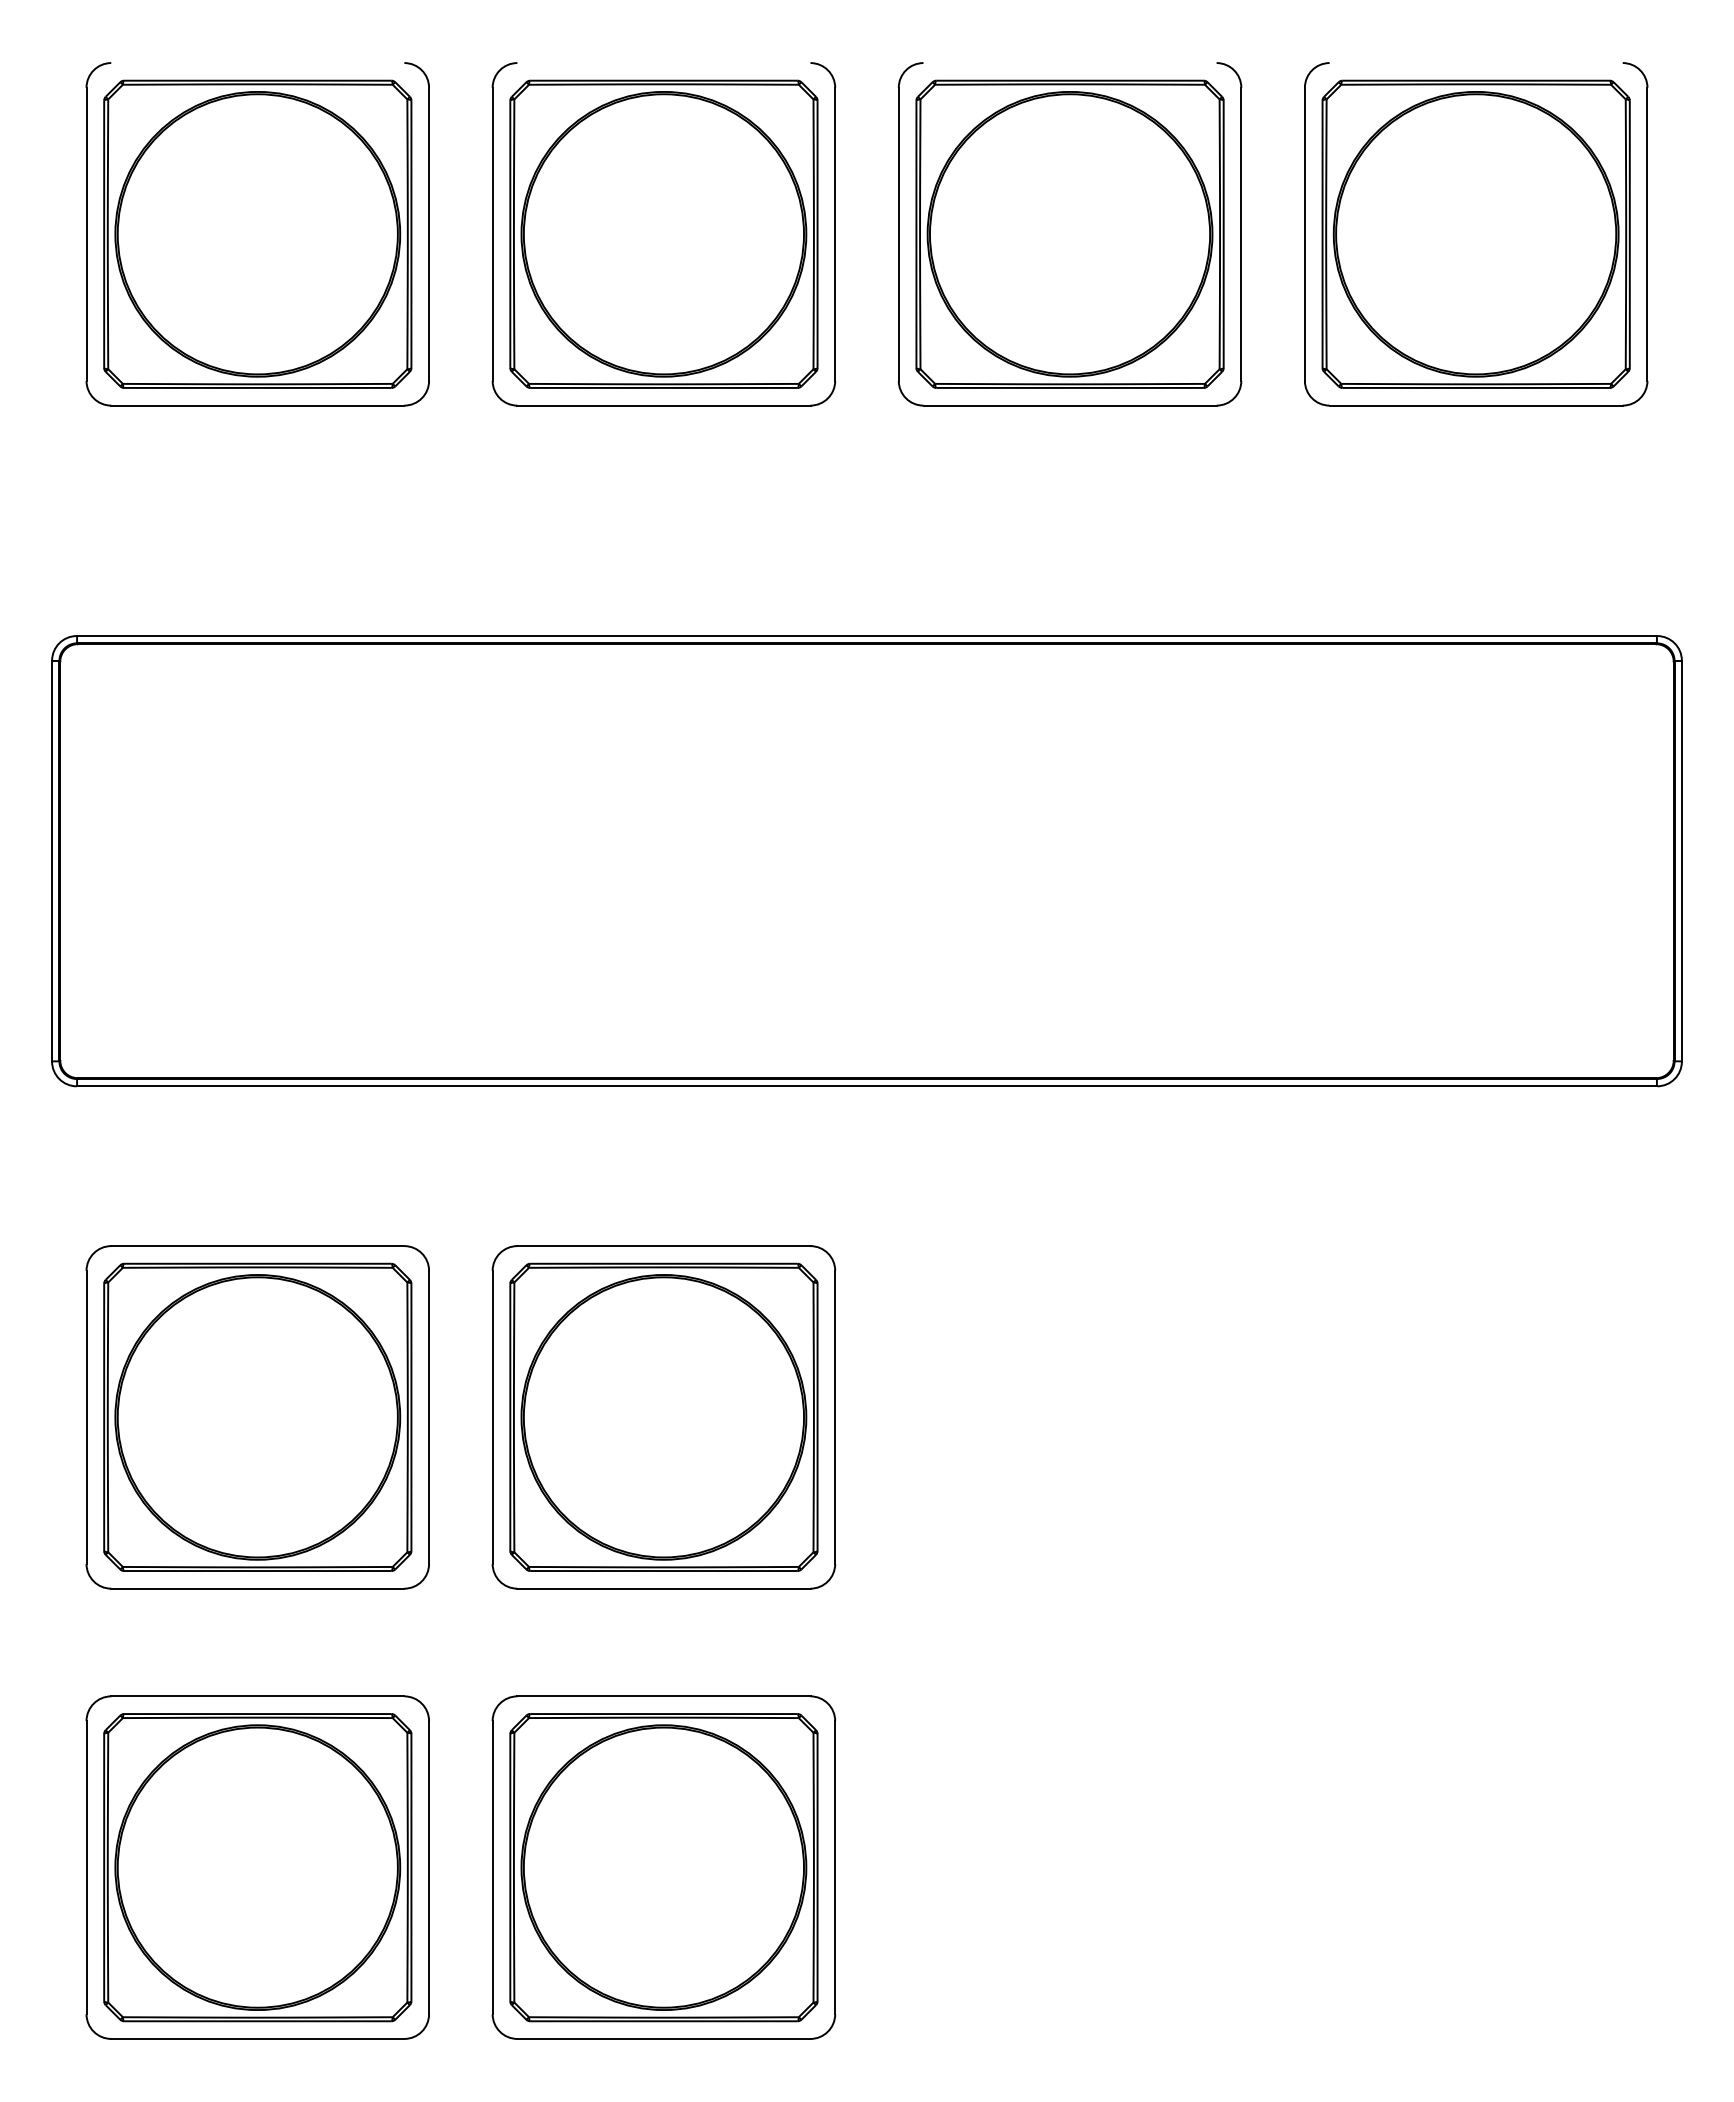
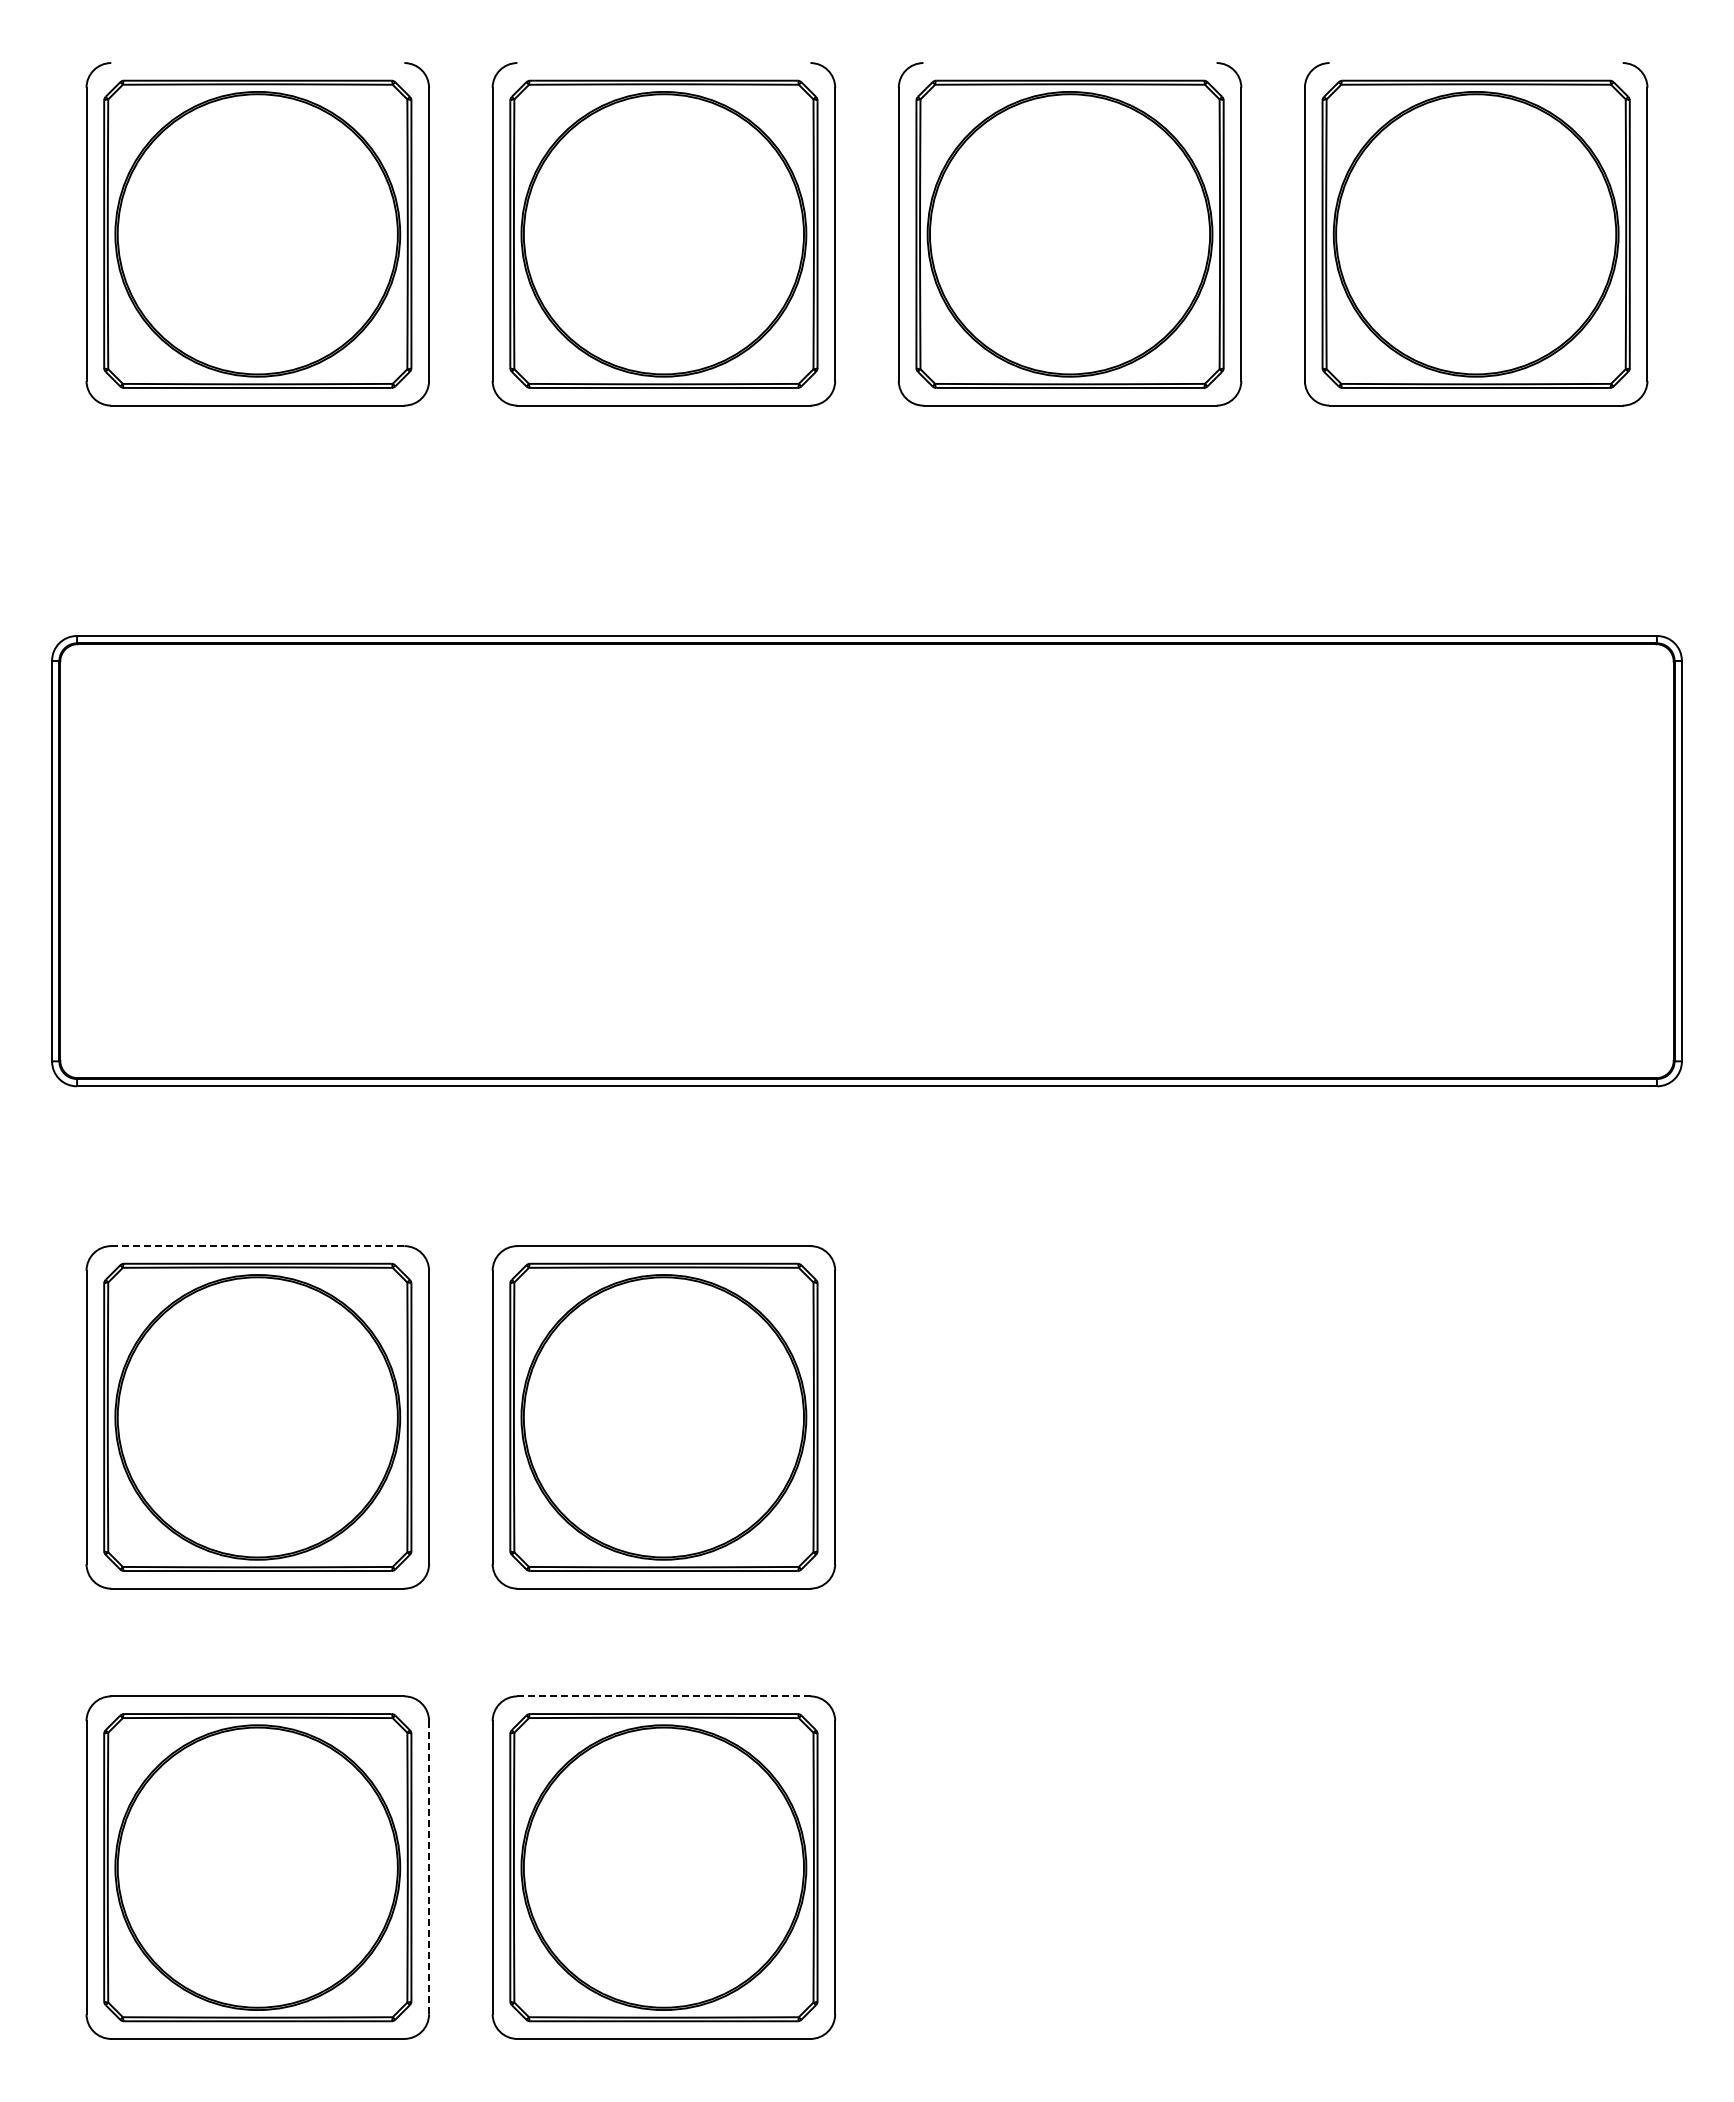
line at (257, 1246): solid -> dashed
line at (663, 1696): solid -> dashed
line at (429, 1867): solid -> dashed
